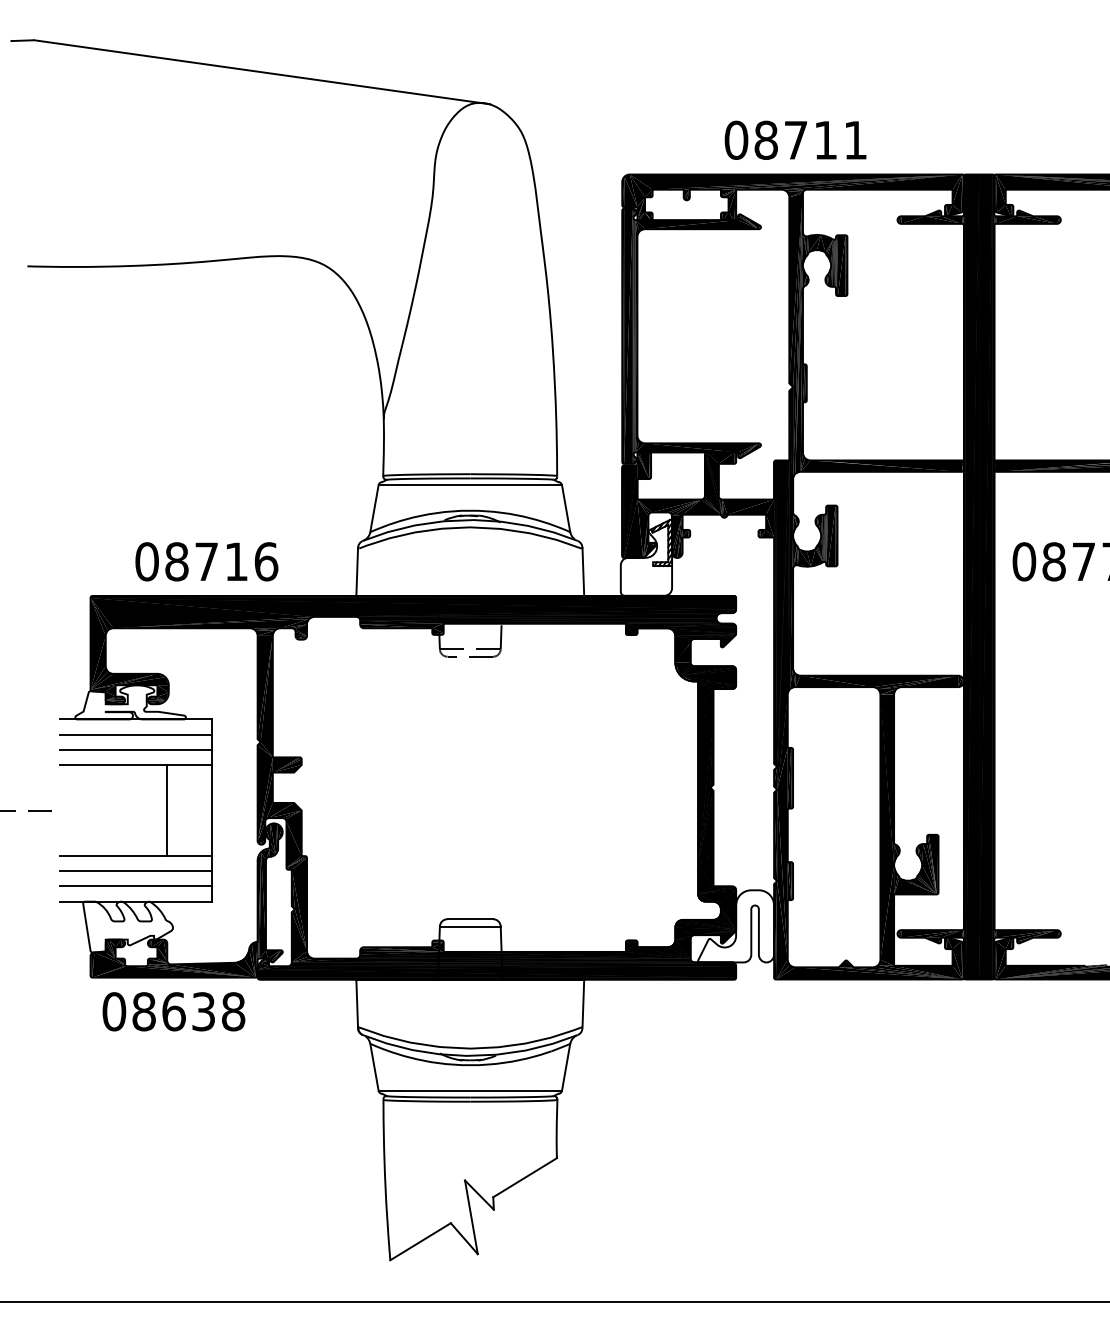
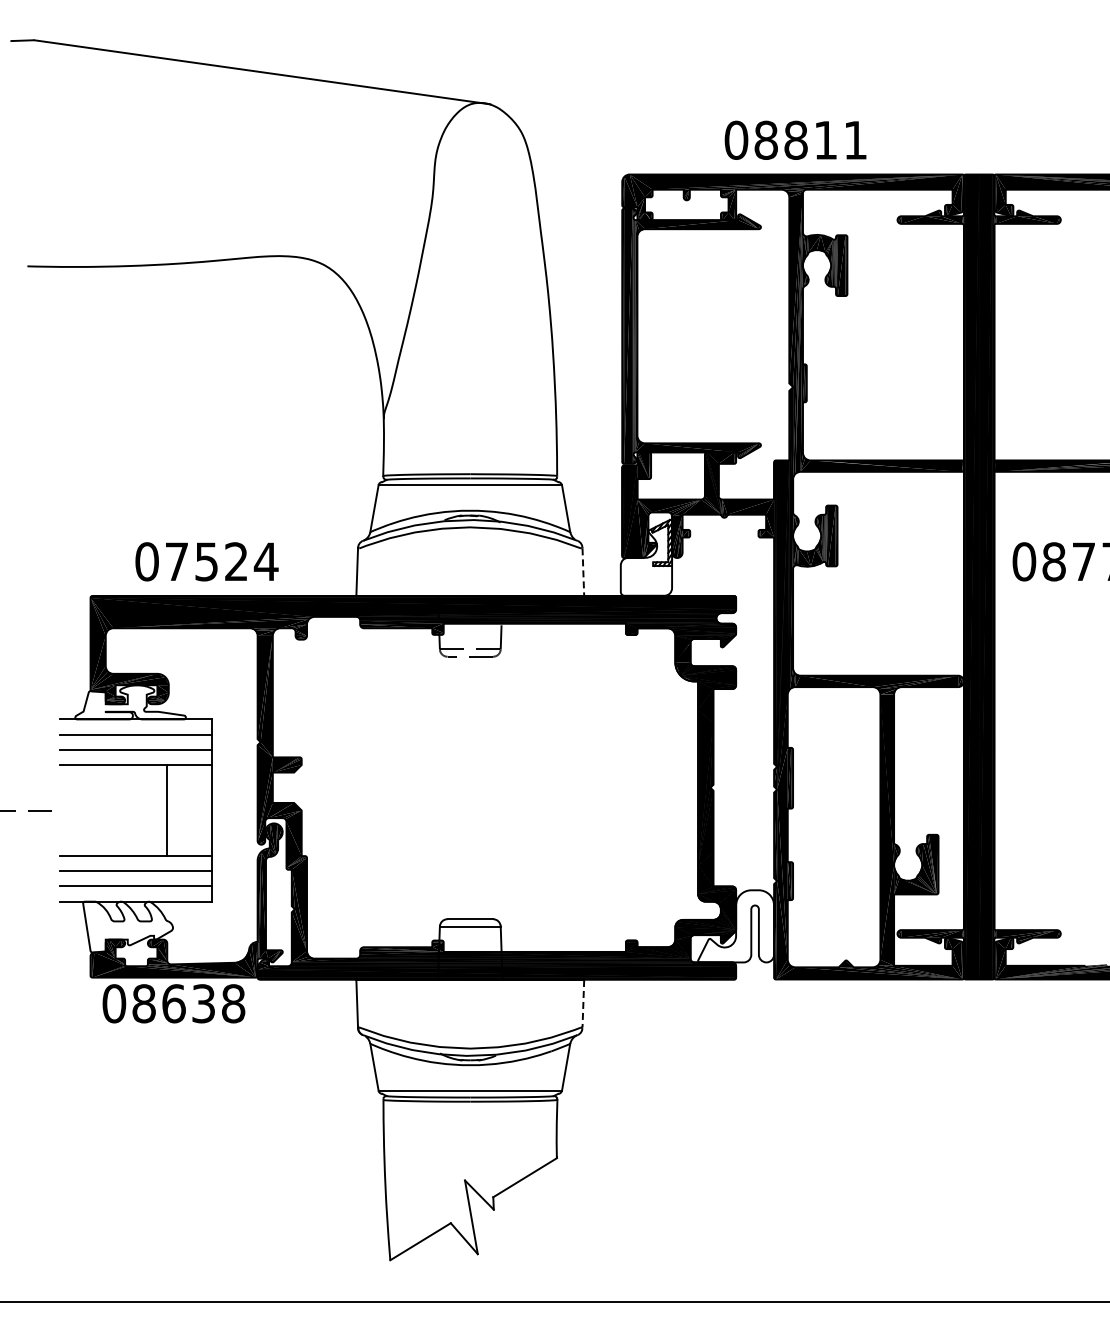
text at (795, 139): 08711 -> 08811
text at (221, 561): 08716 -> 07524
line at (583, 572): solid -> dashed
line at (583, 1003): solid -> dashed
text at (173, 1011) position: (173, 1011) -> (173, 1003)
